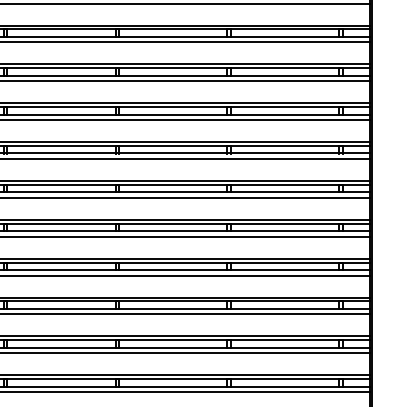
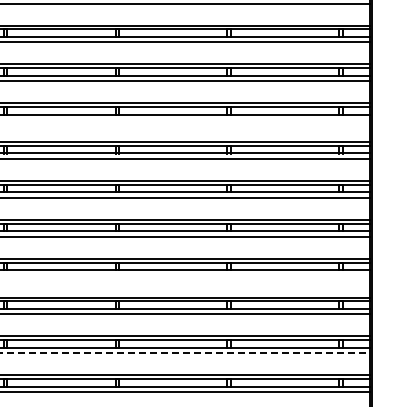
line at (185, 120): present -> none
line at (185, 275): present -> none
line at (185, 353): solid -> dashed
